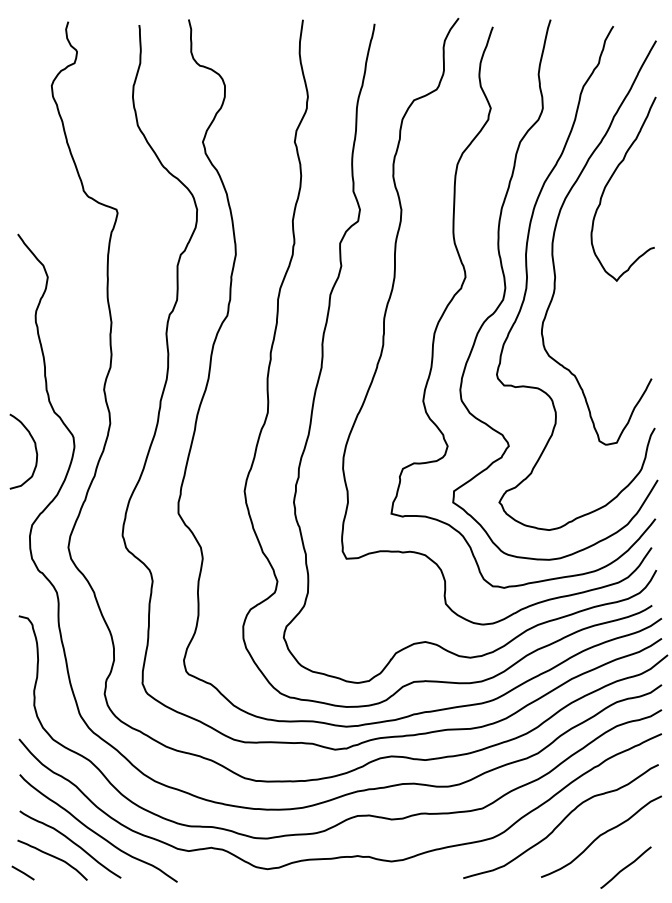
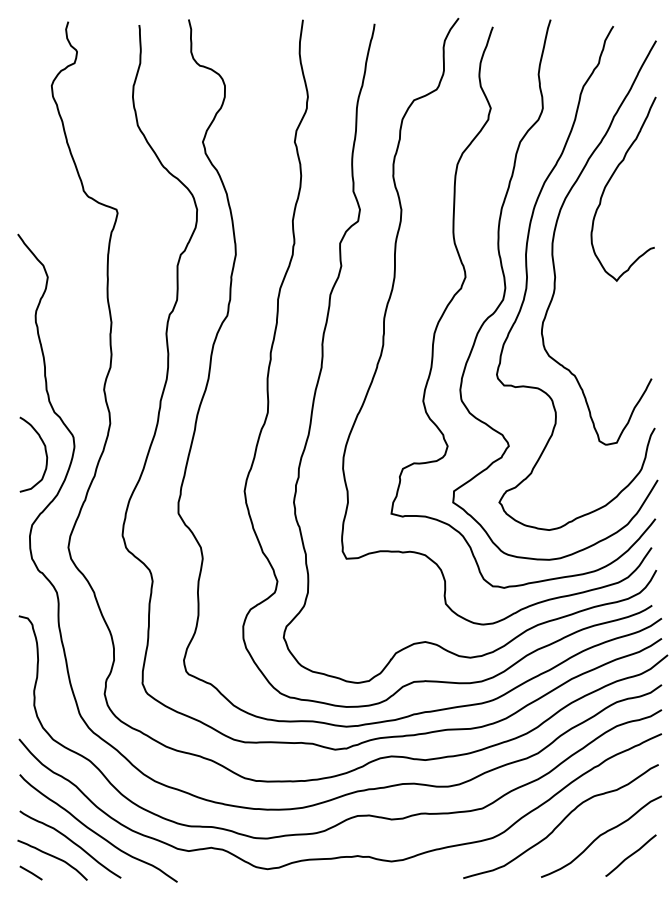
curve at (34, 447) position: (34, 447) -> (44, 450)
curve at (625, 867) position: (625, 867) -> (630, 855)
line at (22, 872) position: (22, 872) -> (30, 872)
